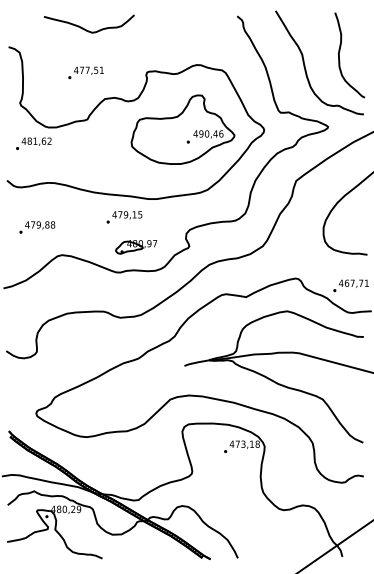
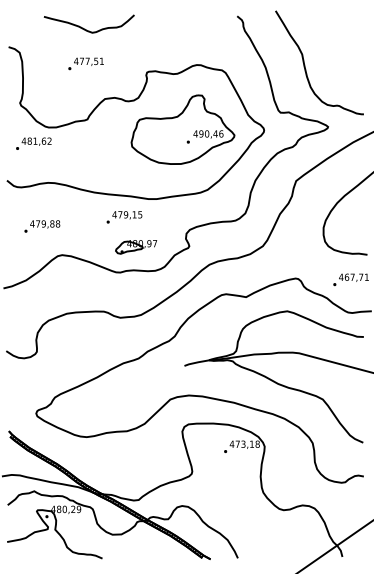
curve at (340, 51): present -> none
text at (85, 72) position: (85, 72) -> (85, 63)
text at (37, 227) position: (37, 227) -> (42, 226)
text at (350, 285) position: (350, 285) -> (350, 279)
